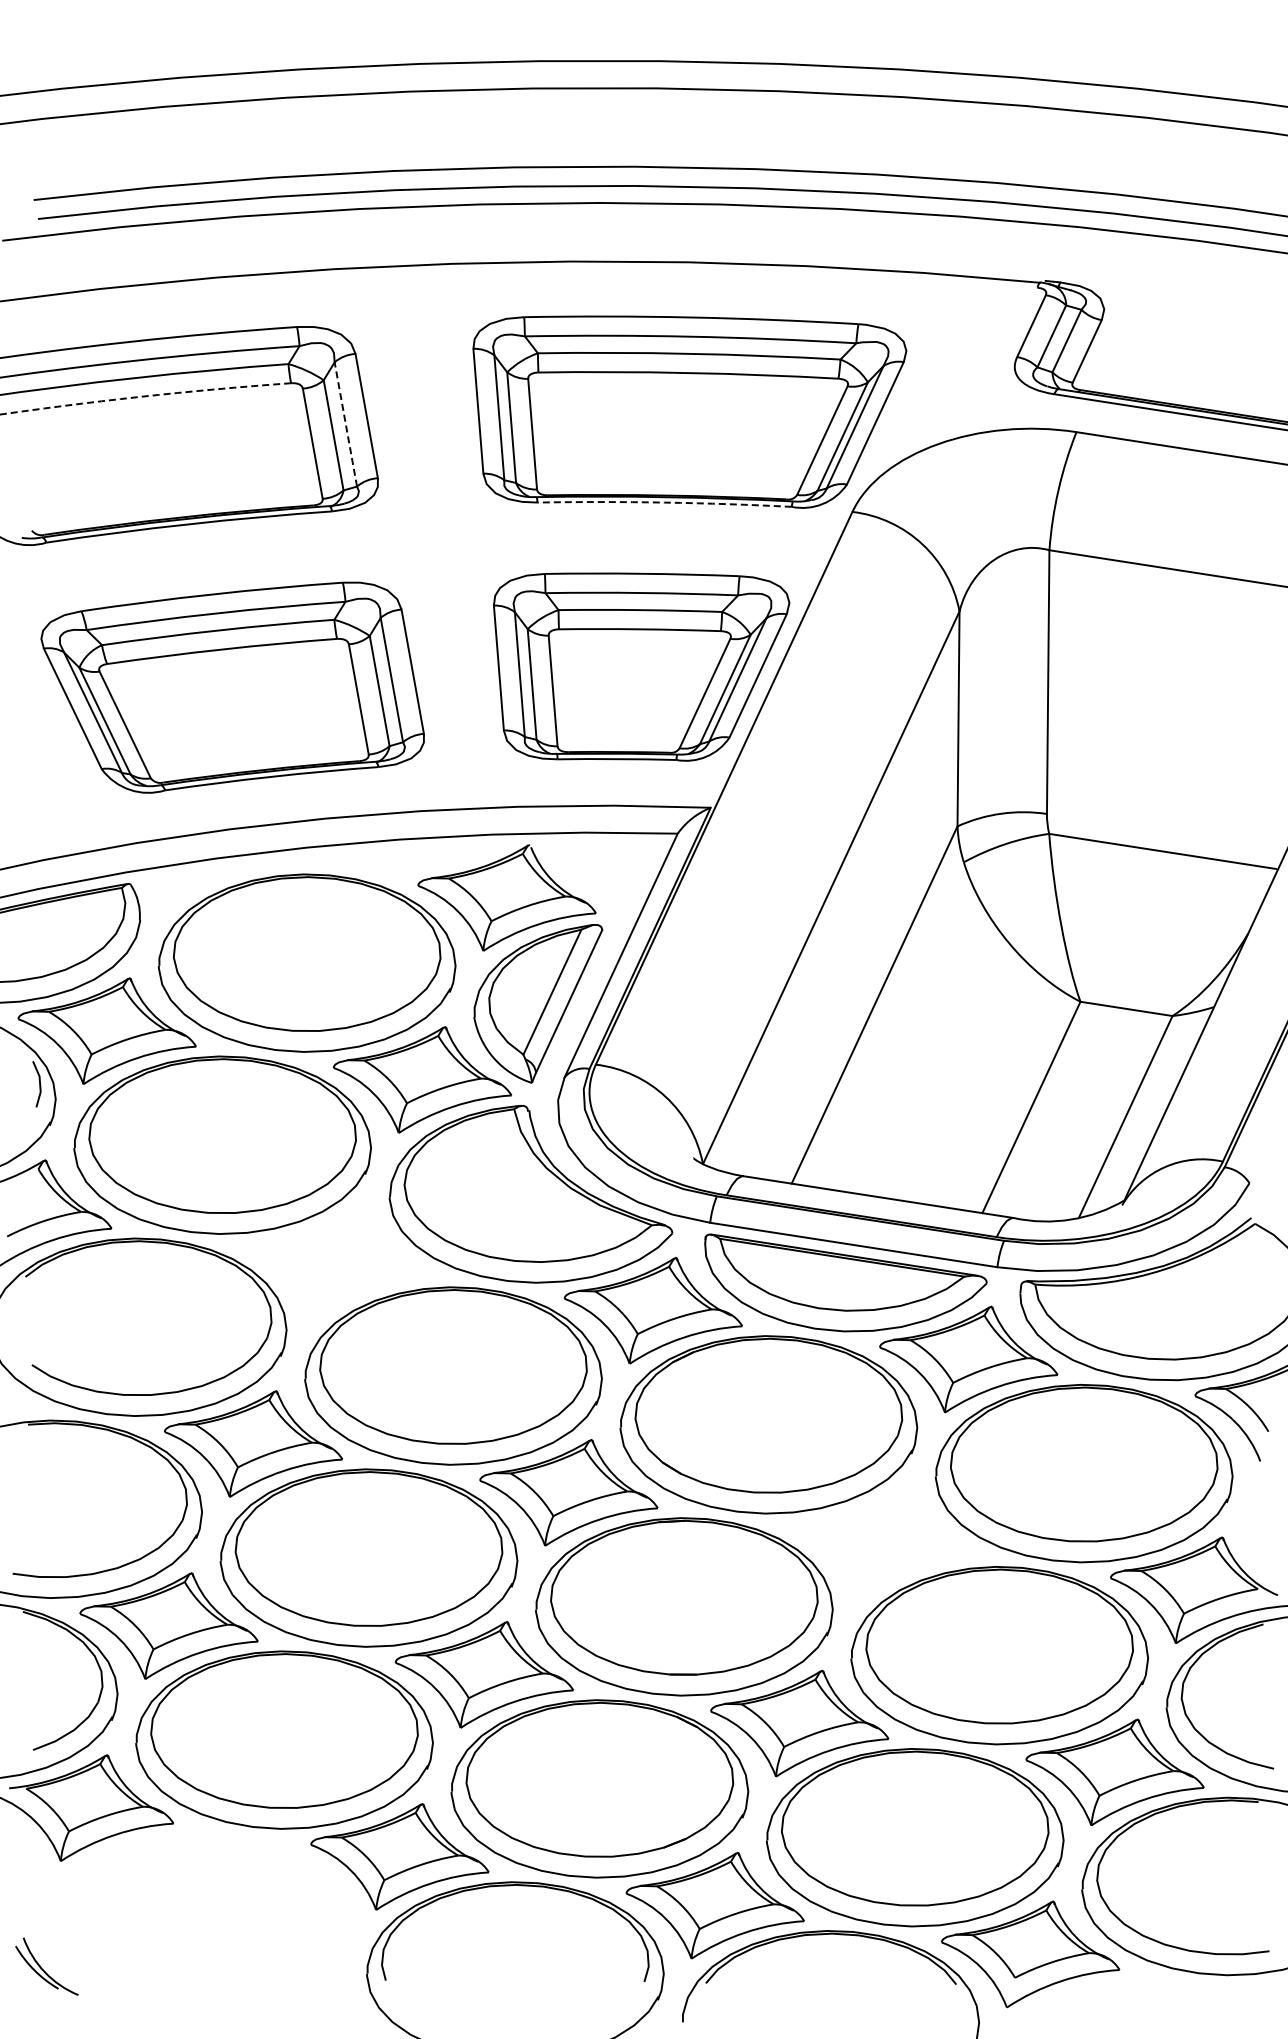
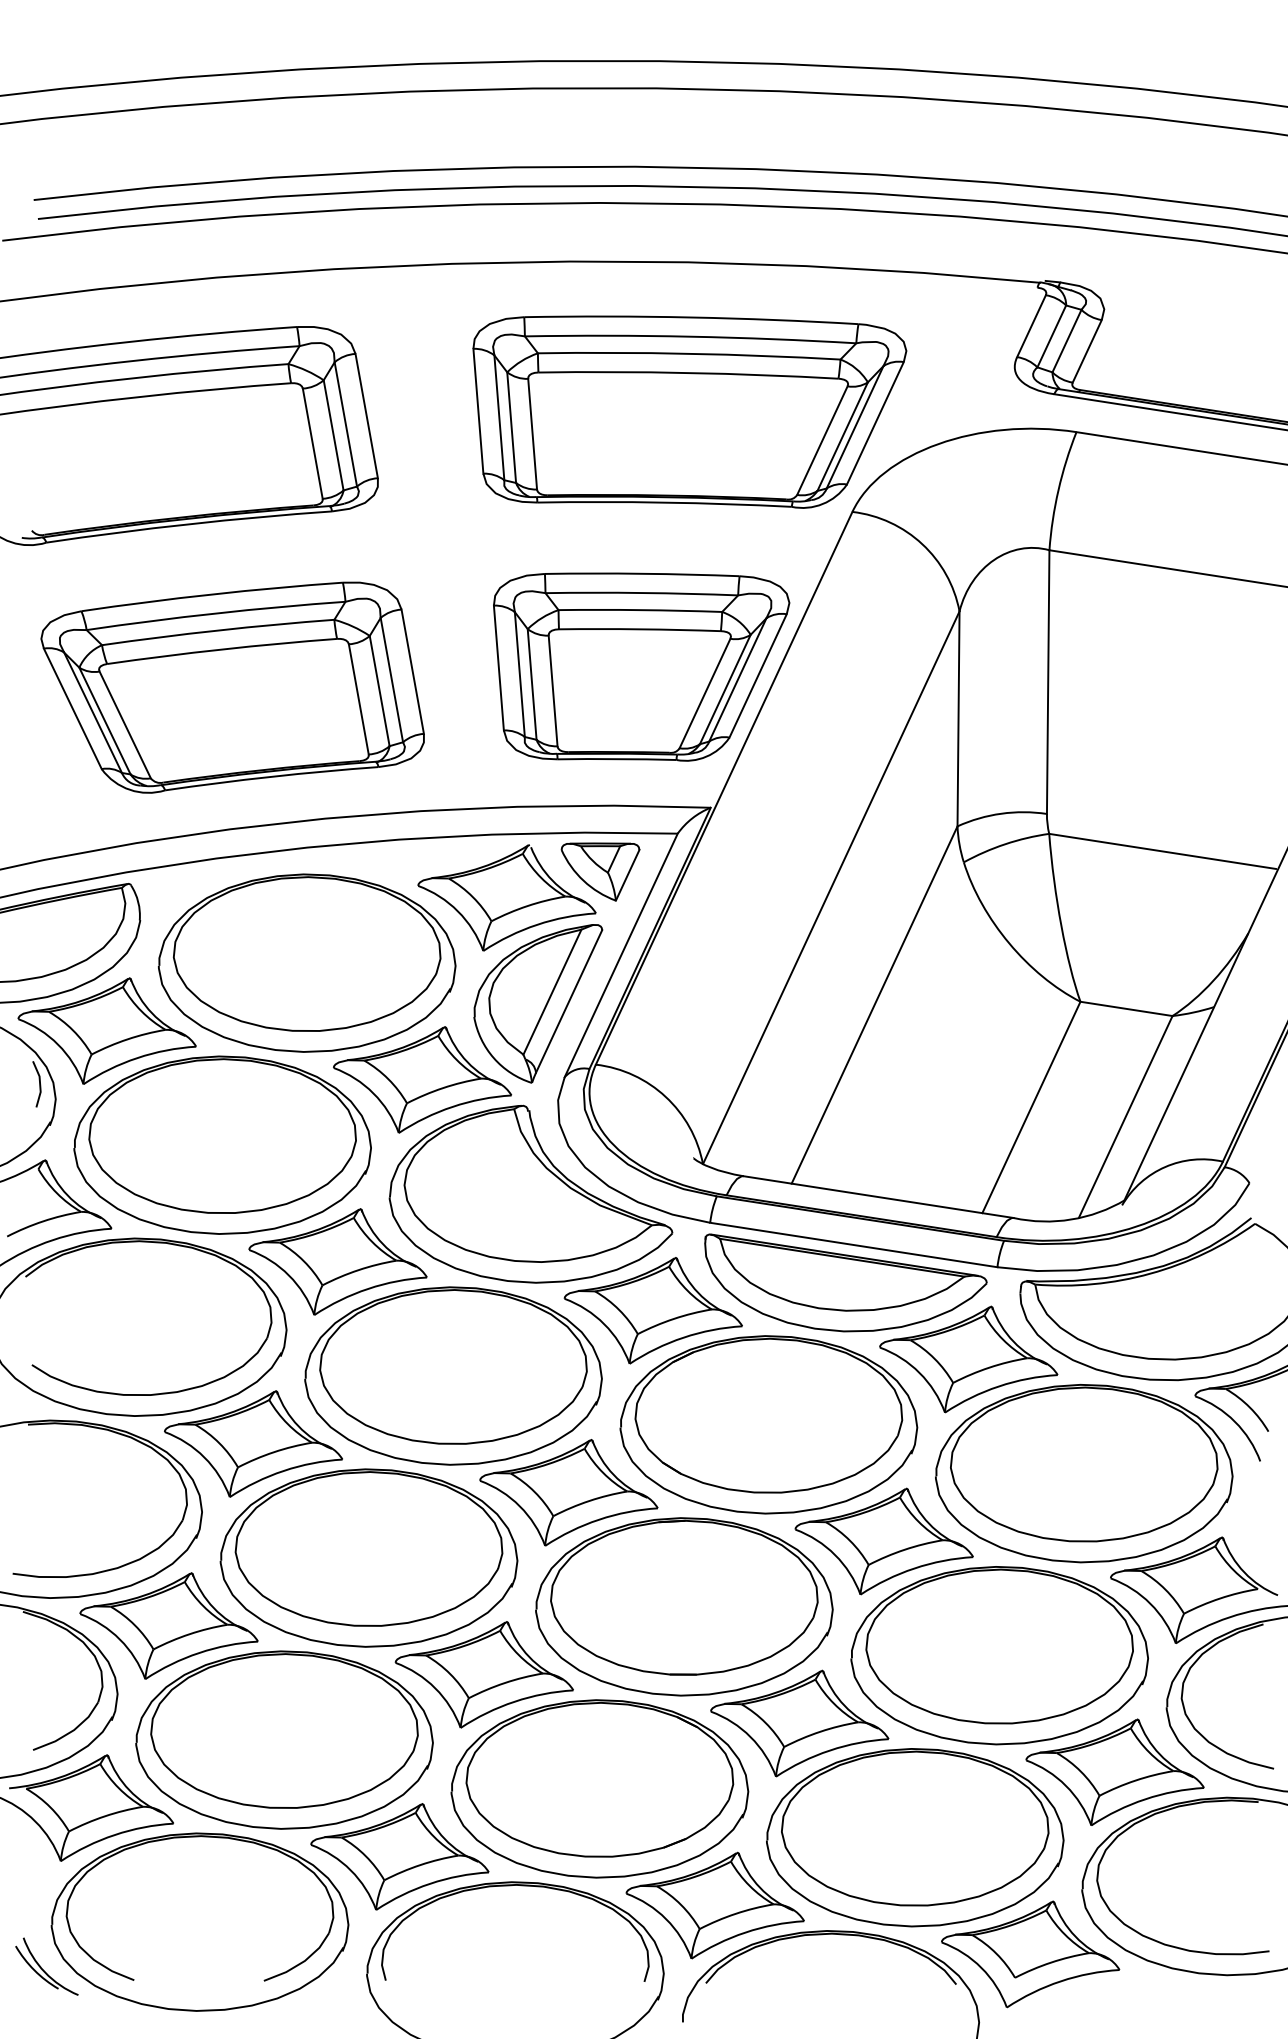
arc at (145, 396): dashed -> solid
line at (345, 423): dashed -> solid
arc at (664, 502): dashed -> solid
part at (600, 871): none -> present
part at (337, 1261): none -> present
part at (883, 1541): none -> present
part at (199, 1921): none -> present
